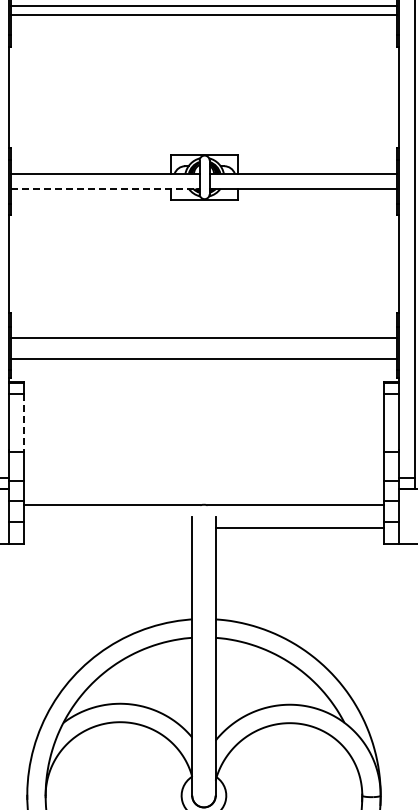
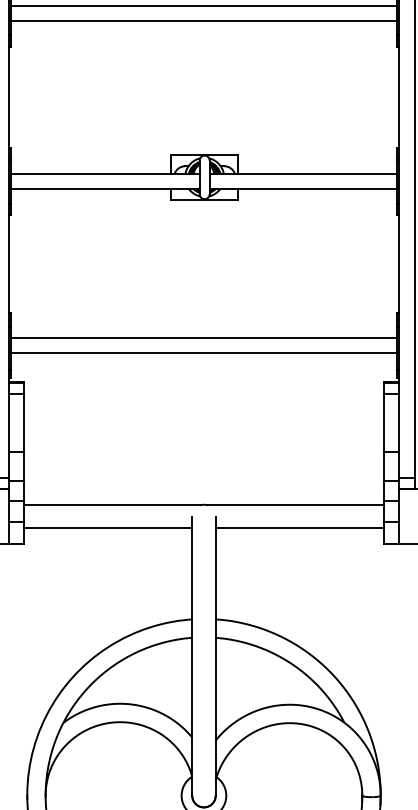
line at (203, 15) position: (203, 15) -> (203, 21)
line at (105, 188): dashed -> solid
line at (203, 358) position: (203, 358) -> (203, 352)
line at (23, 422): dashed -> solid
line at (107, 527): none -> present
